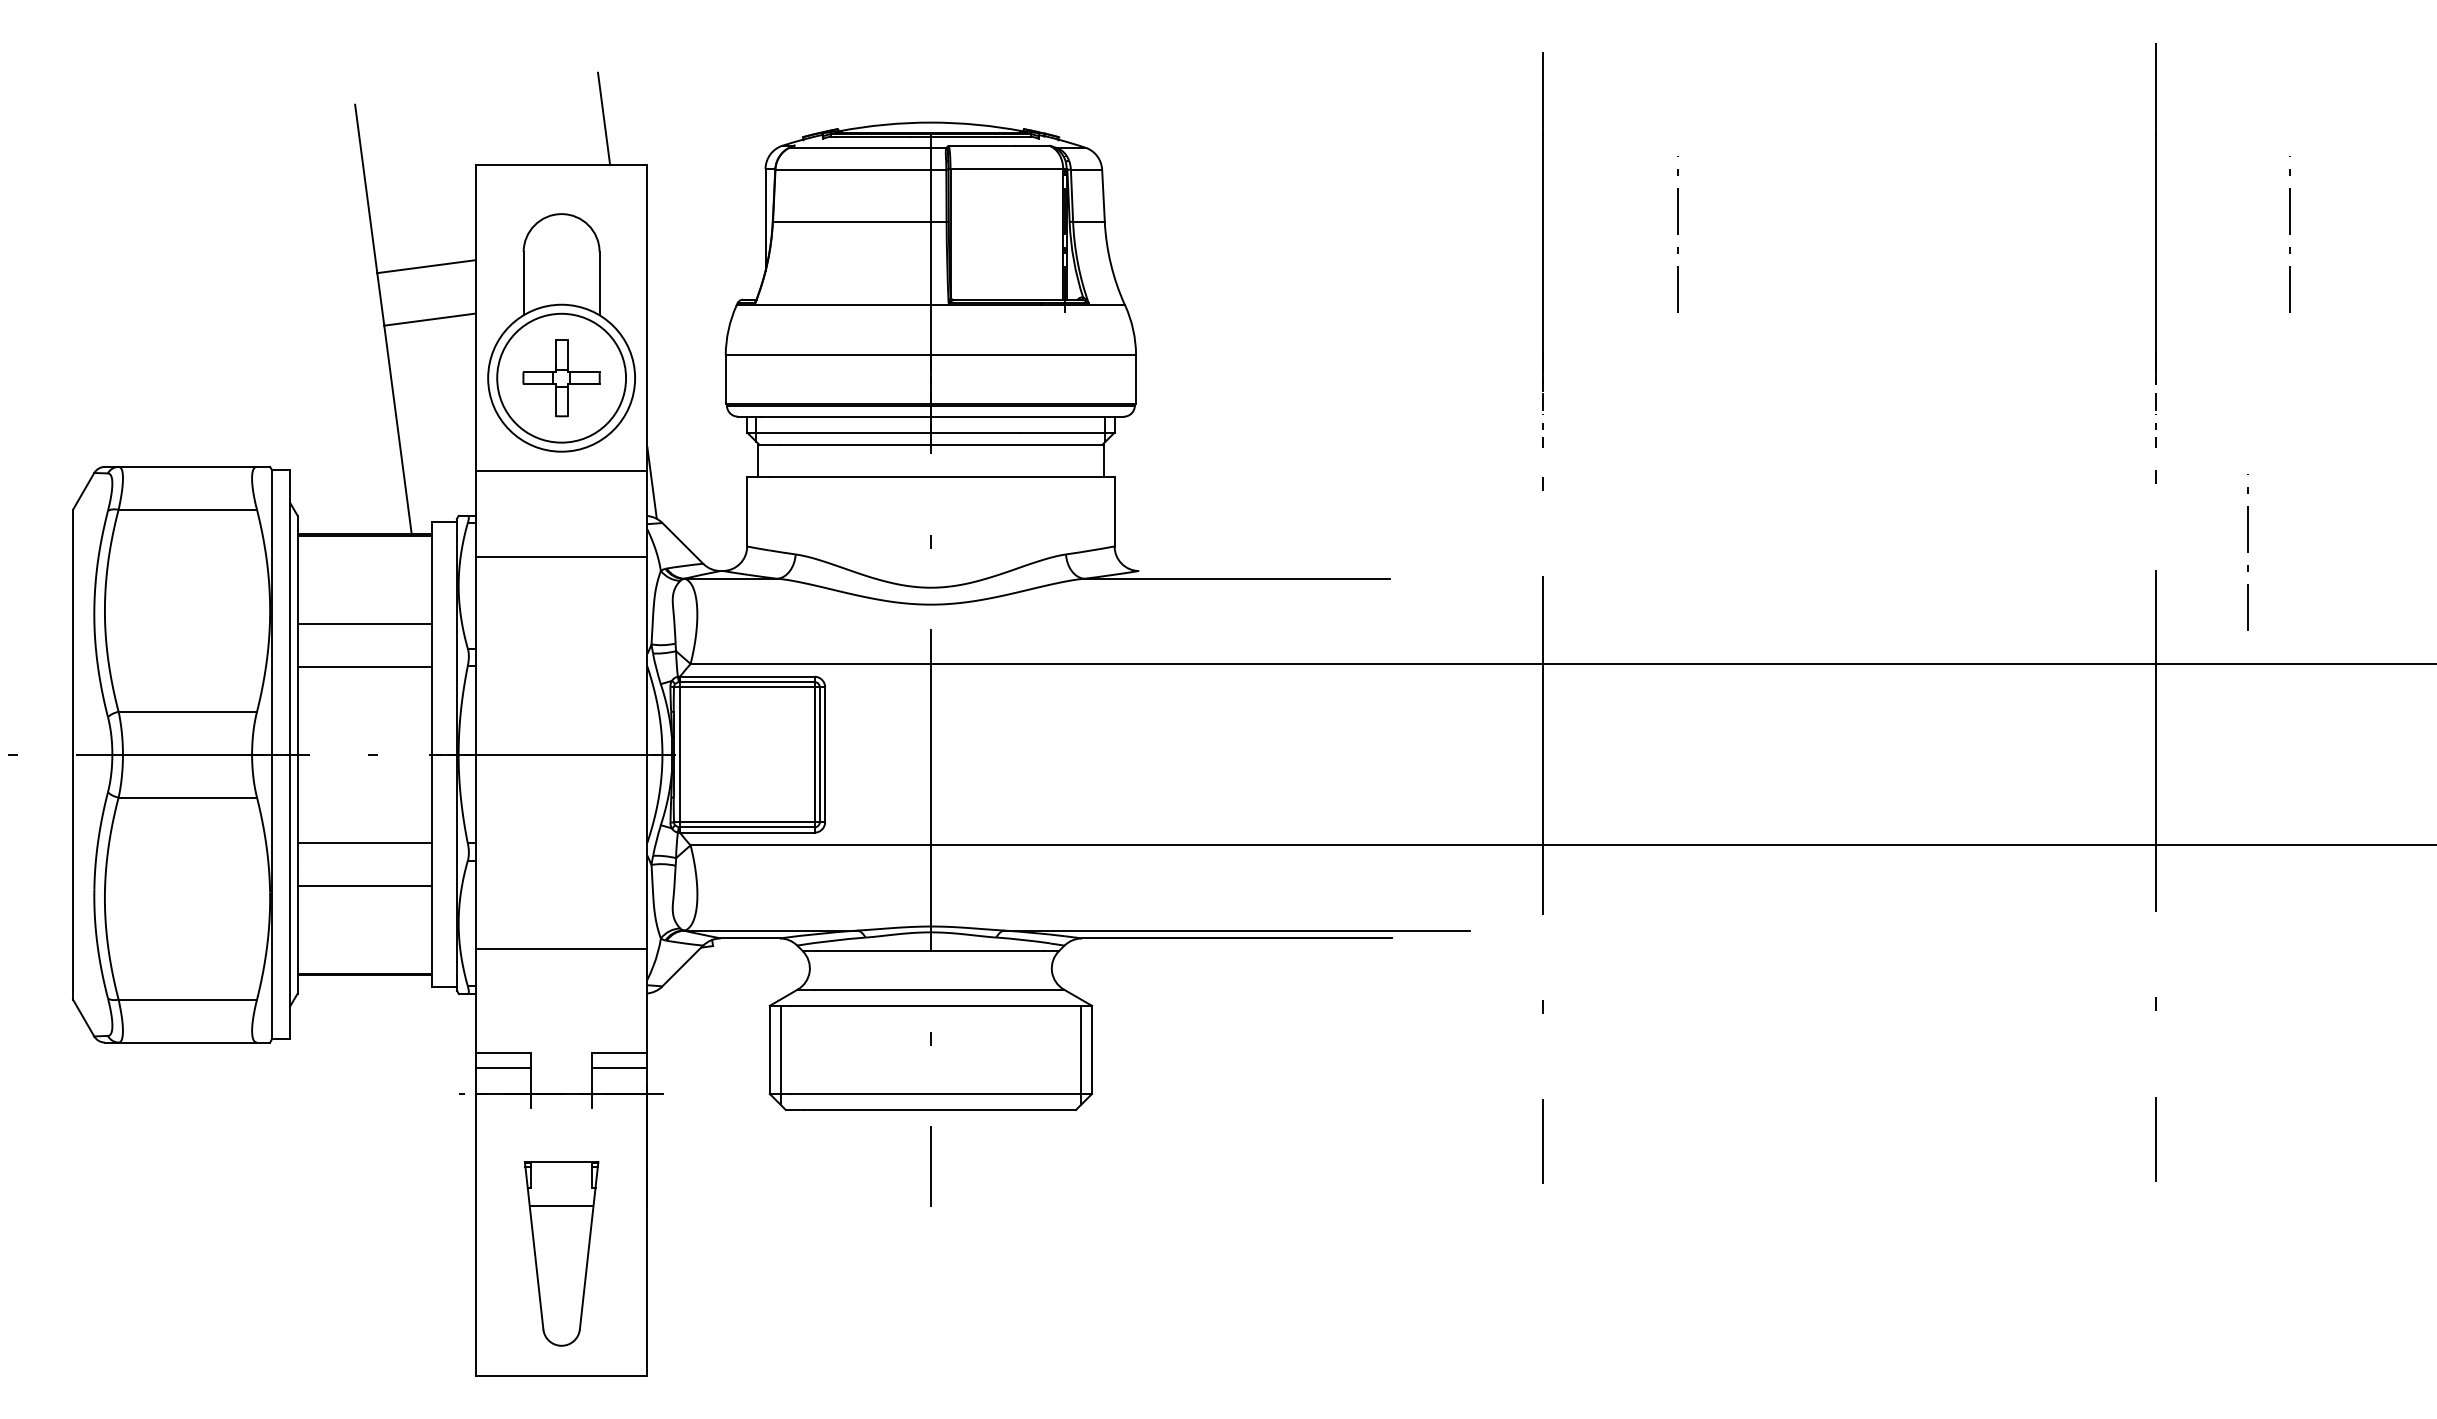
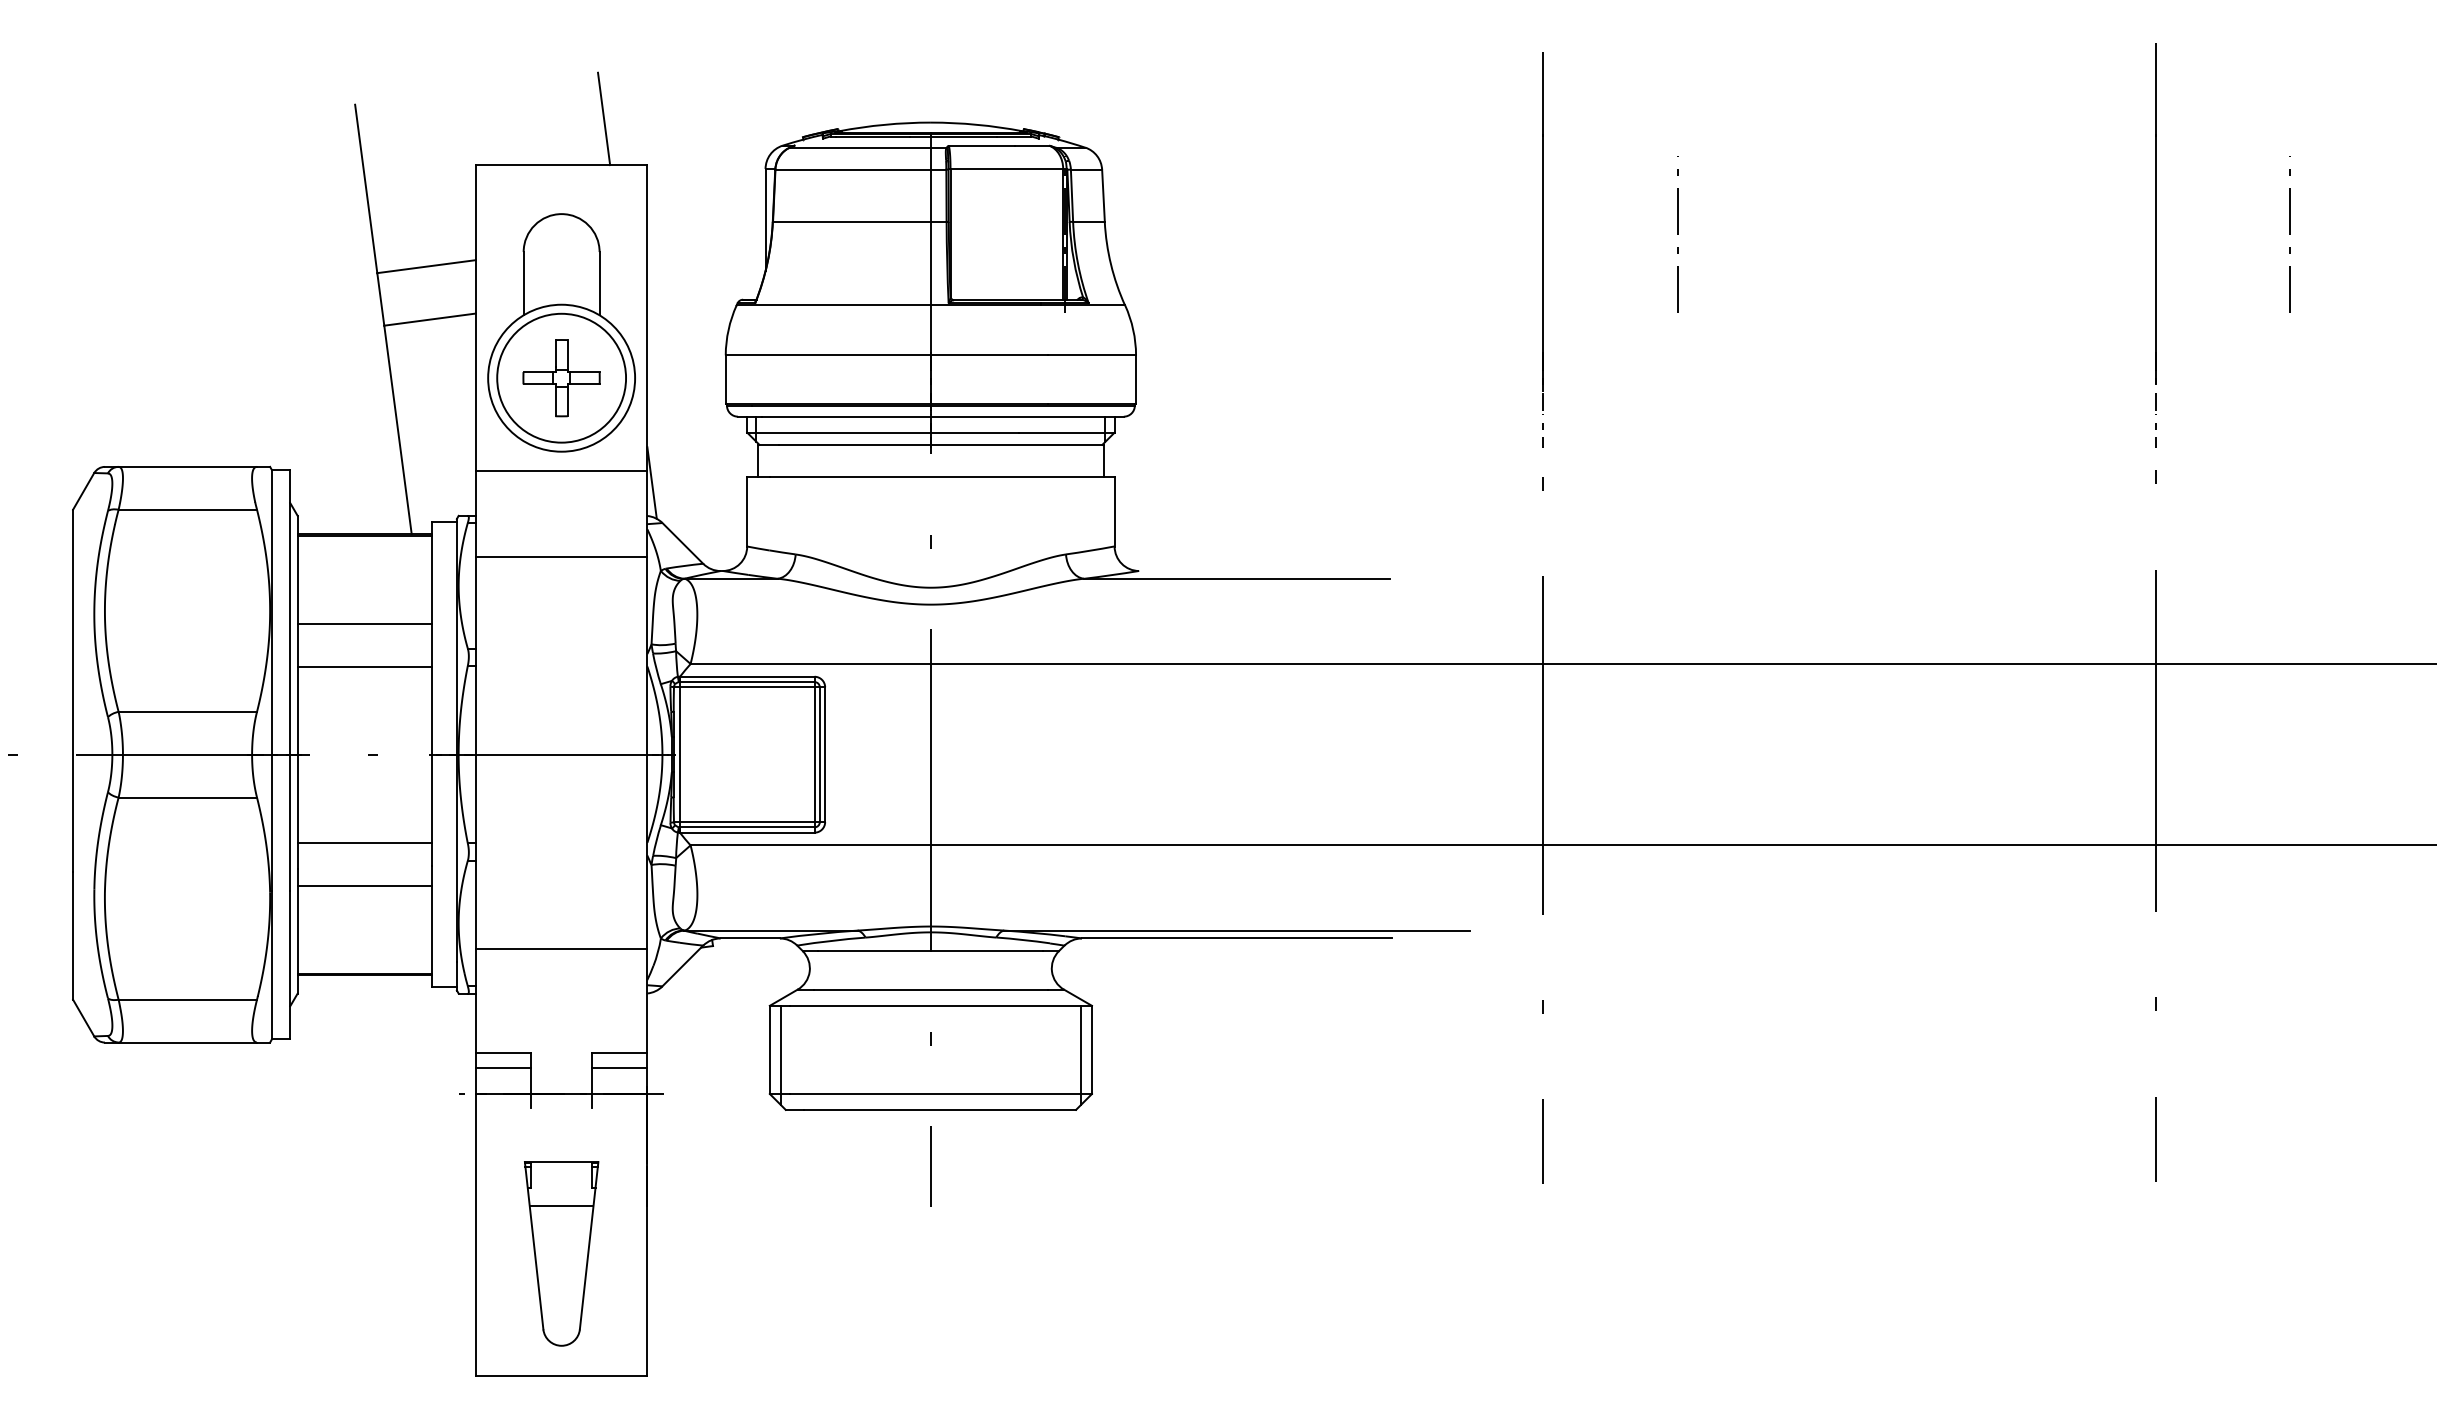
line at (2247, 552): present -> none
